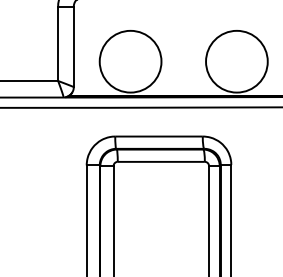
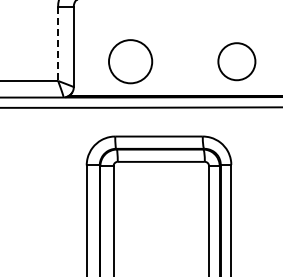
line at (58, 44): solid -> dashed
circle at (130, 61) diameter: 62 px -> 43 px
circle at (236, 61) diameter: 62 px -> 37 px
